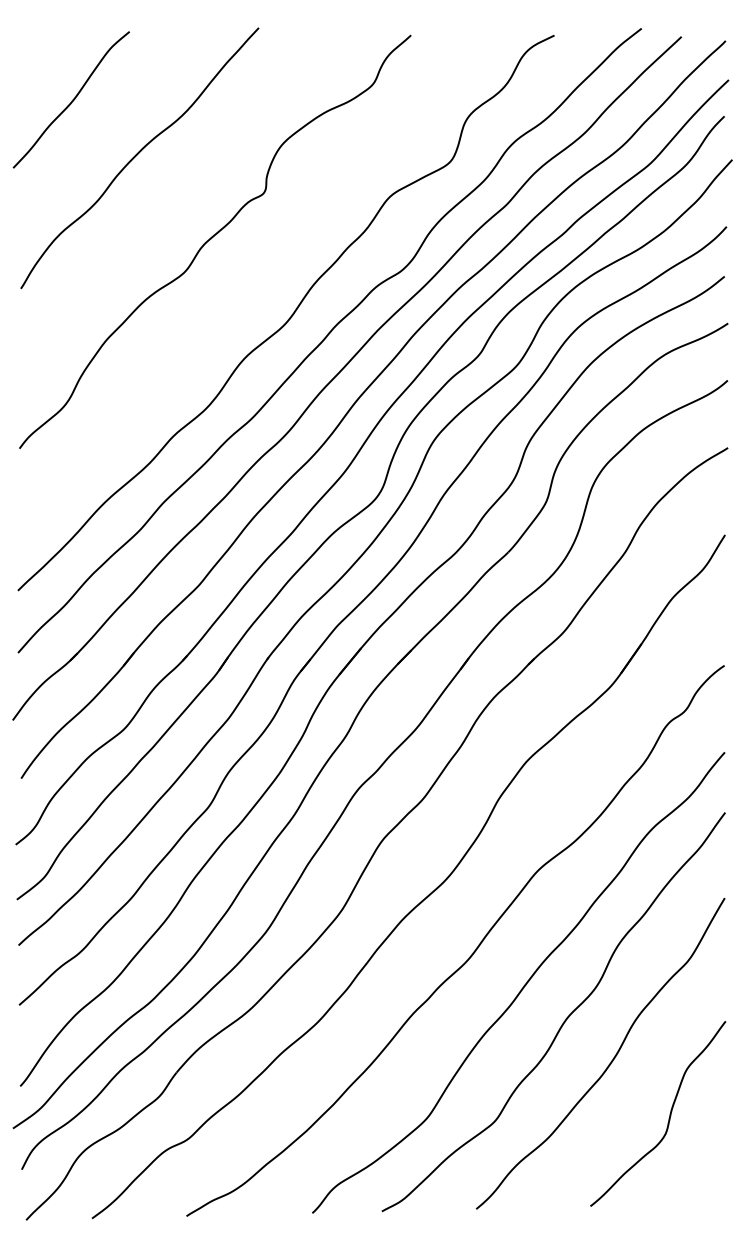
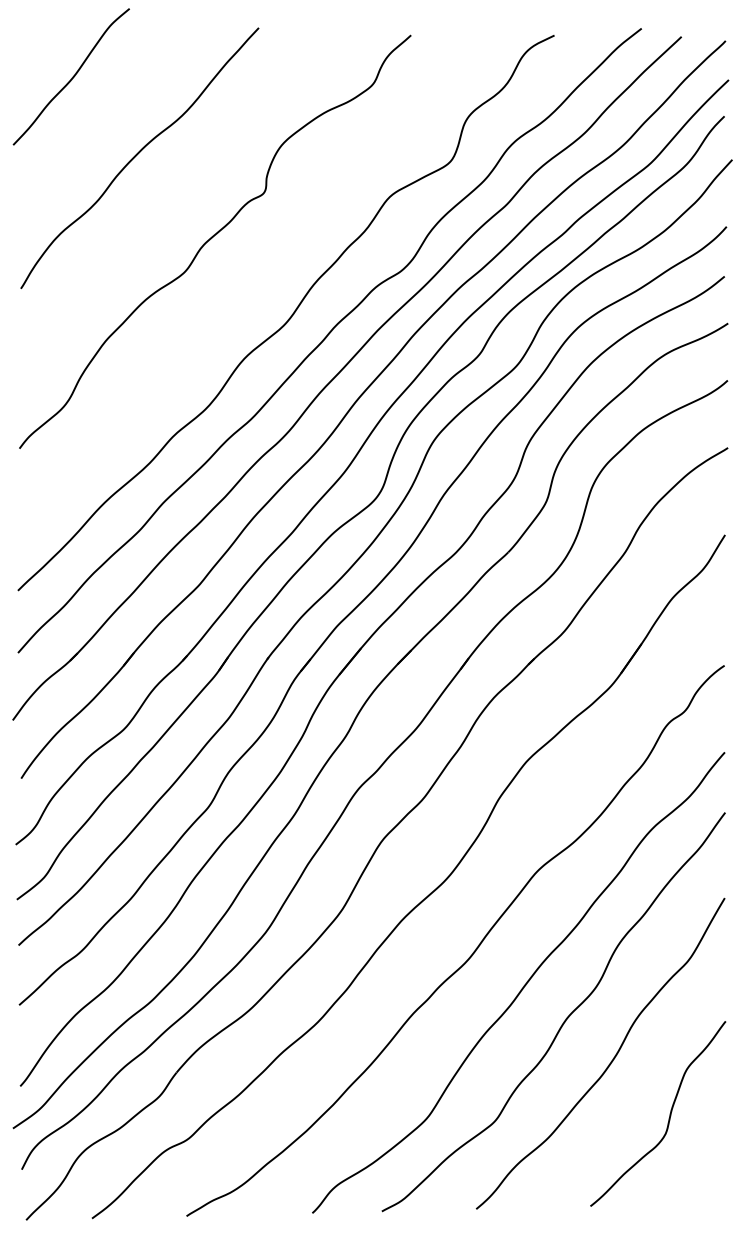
curve at (71, 100) position: (71, 100) -> (71, 77)
